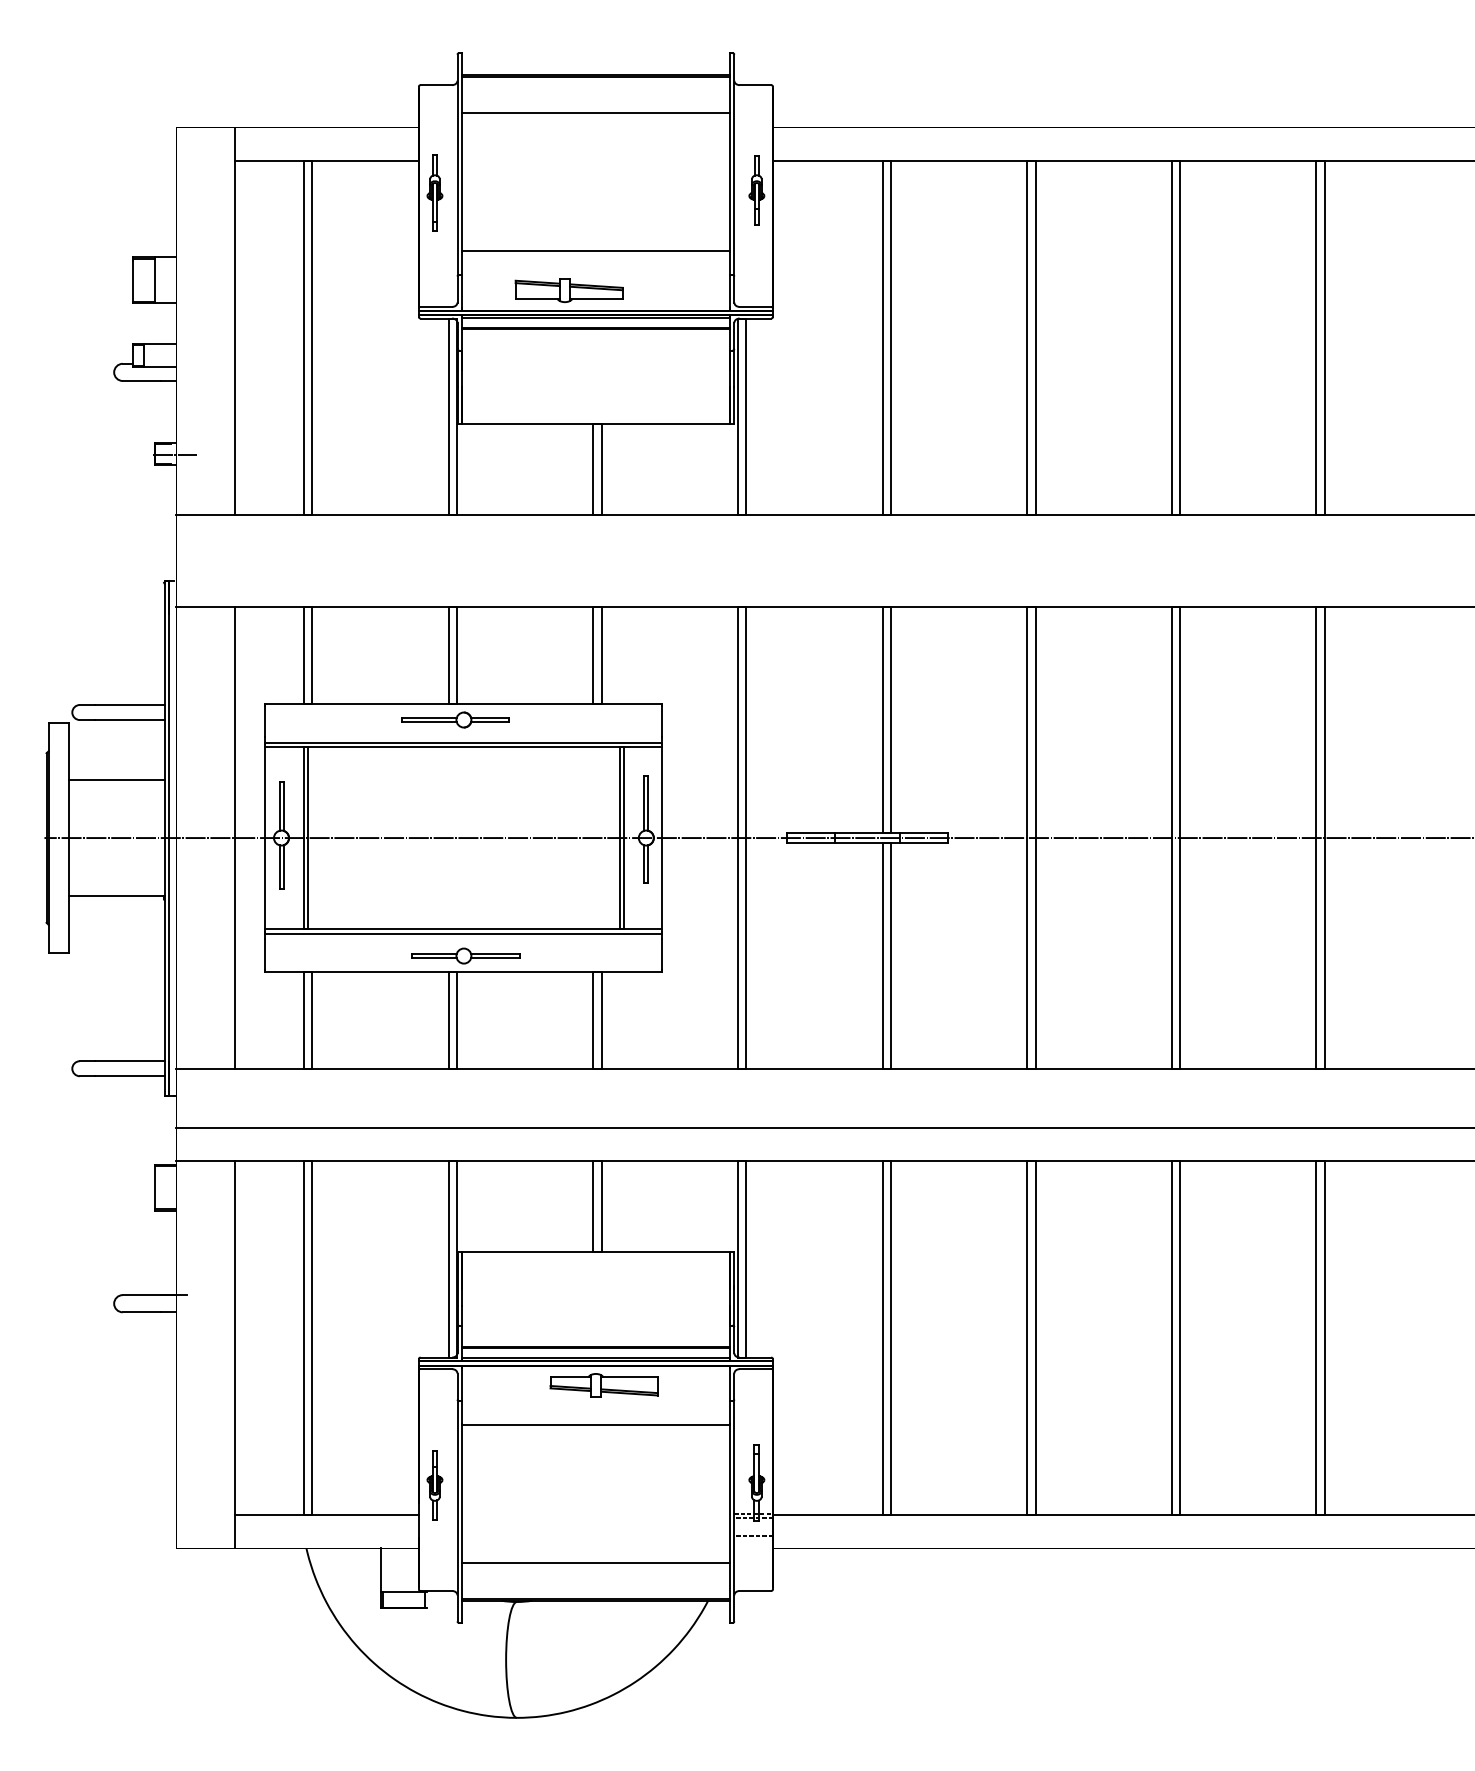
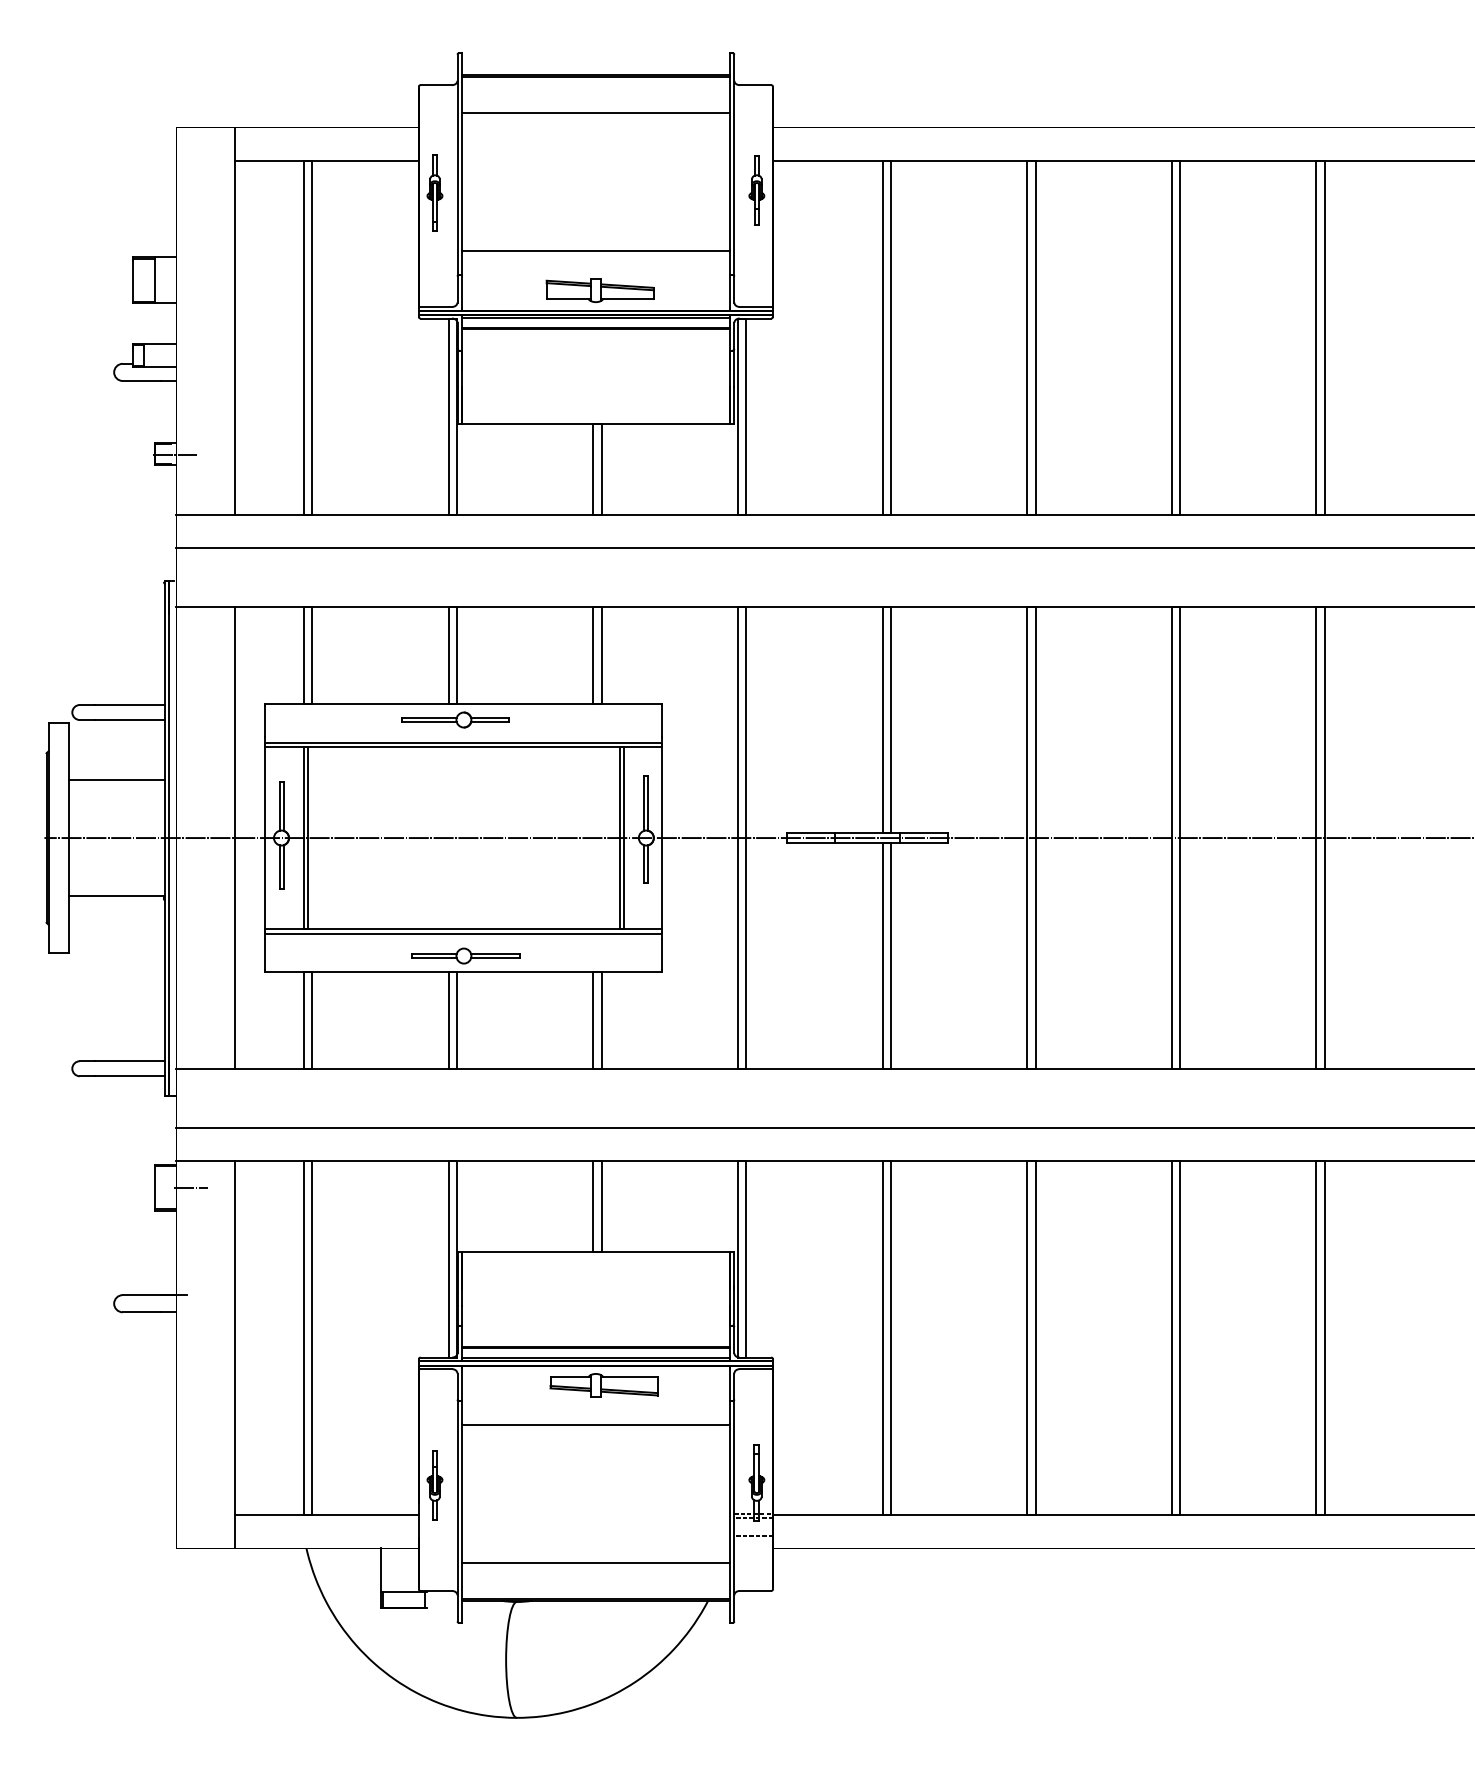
part at (568, 290) position: (568, 290) -> (599, 290)
line at (823, 548): none -> present
line at (190, 1187): none -> present
